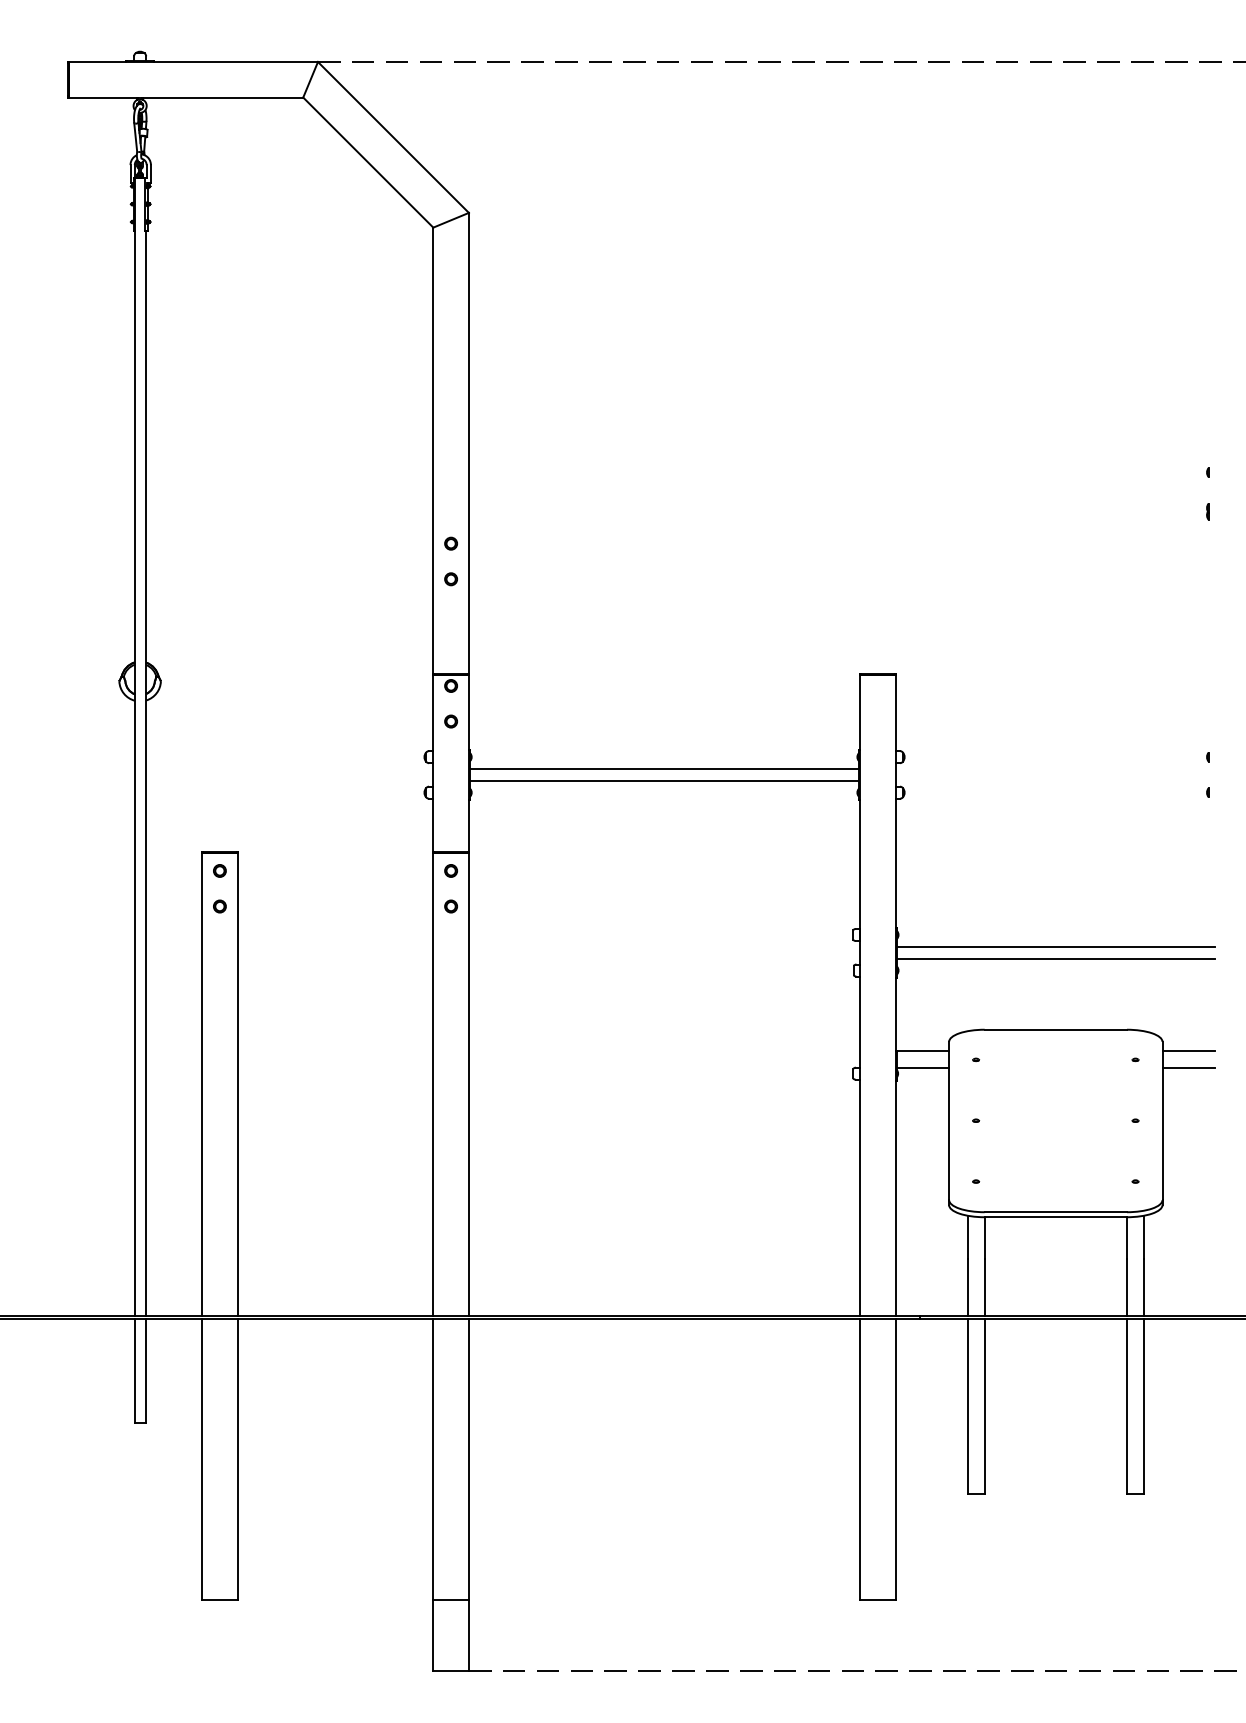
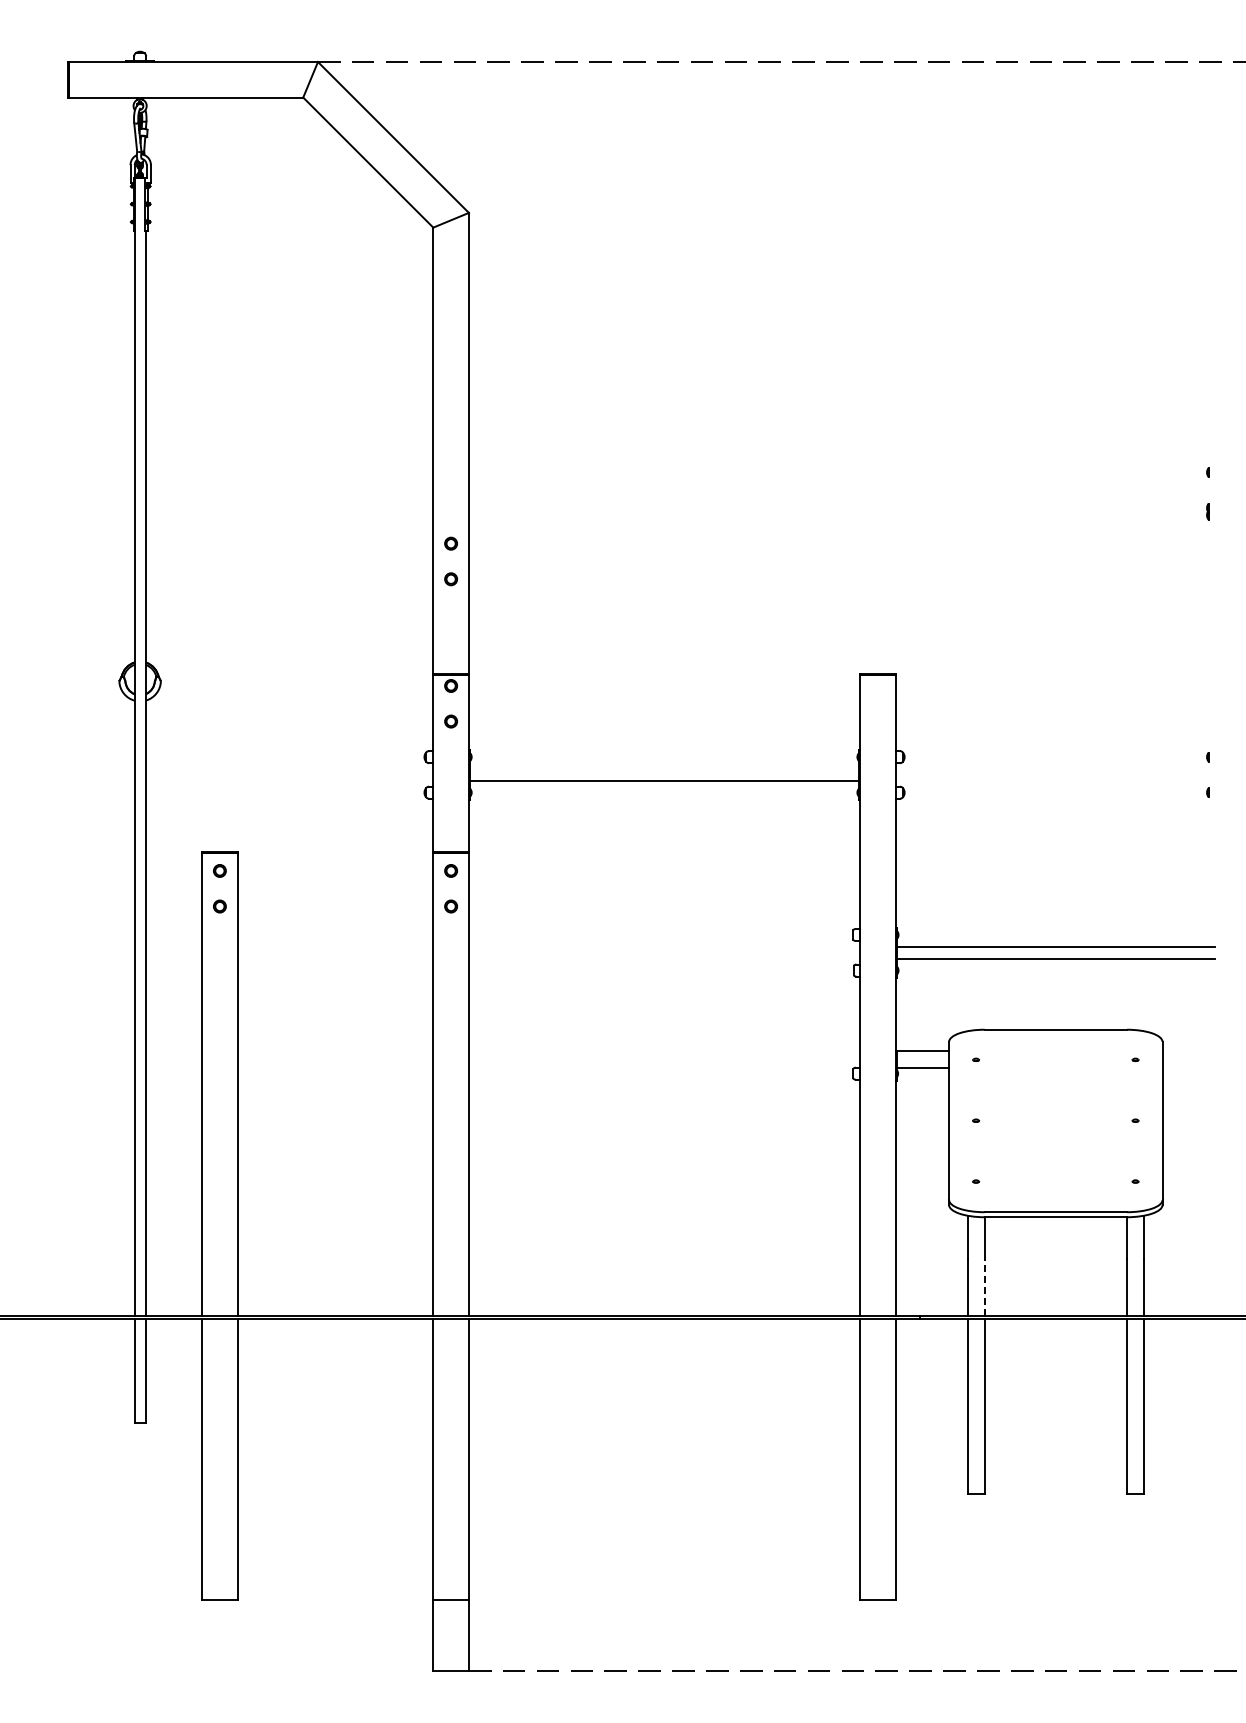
line at (664, 768): present -> none
line at (1188, 1050): present -> none
line at (1188, 1068): present -> none
line at (984, 1287): solid -> dashed
